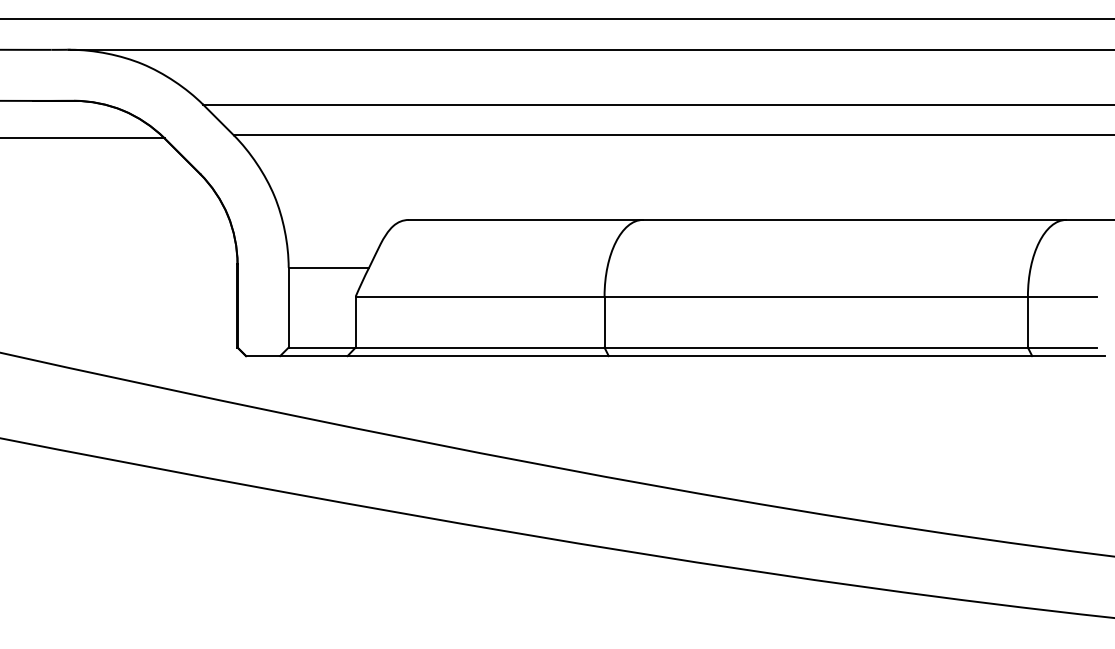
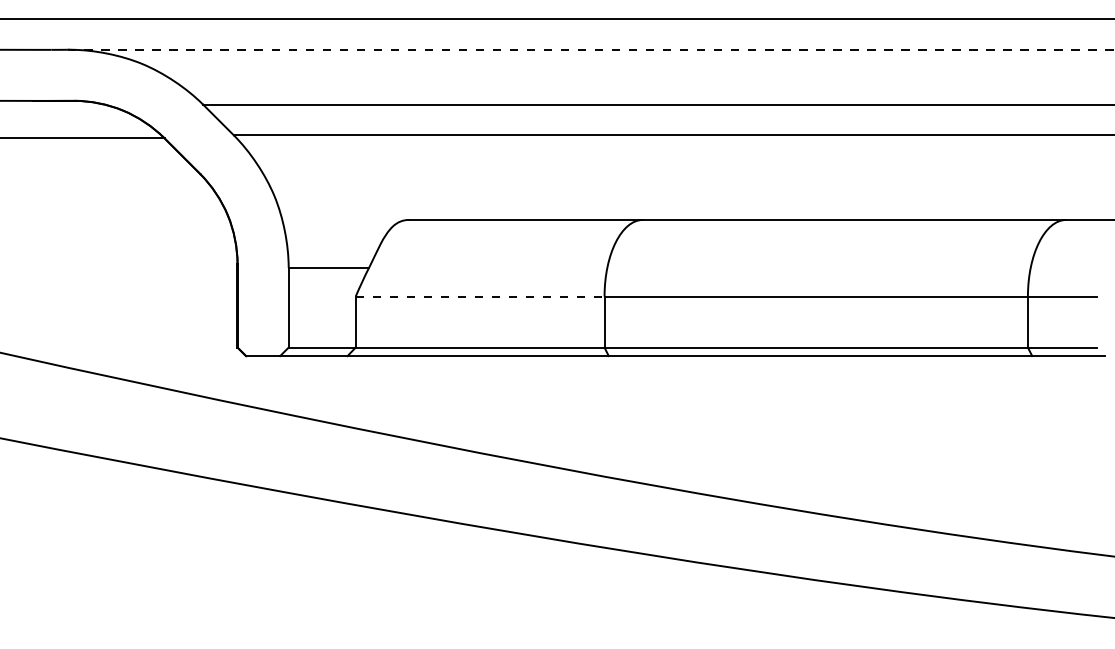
line at (592, 49): solid -> dashed
line at (480, 296): solid -> dashed
